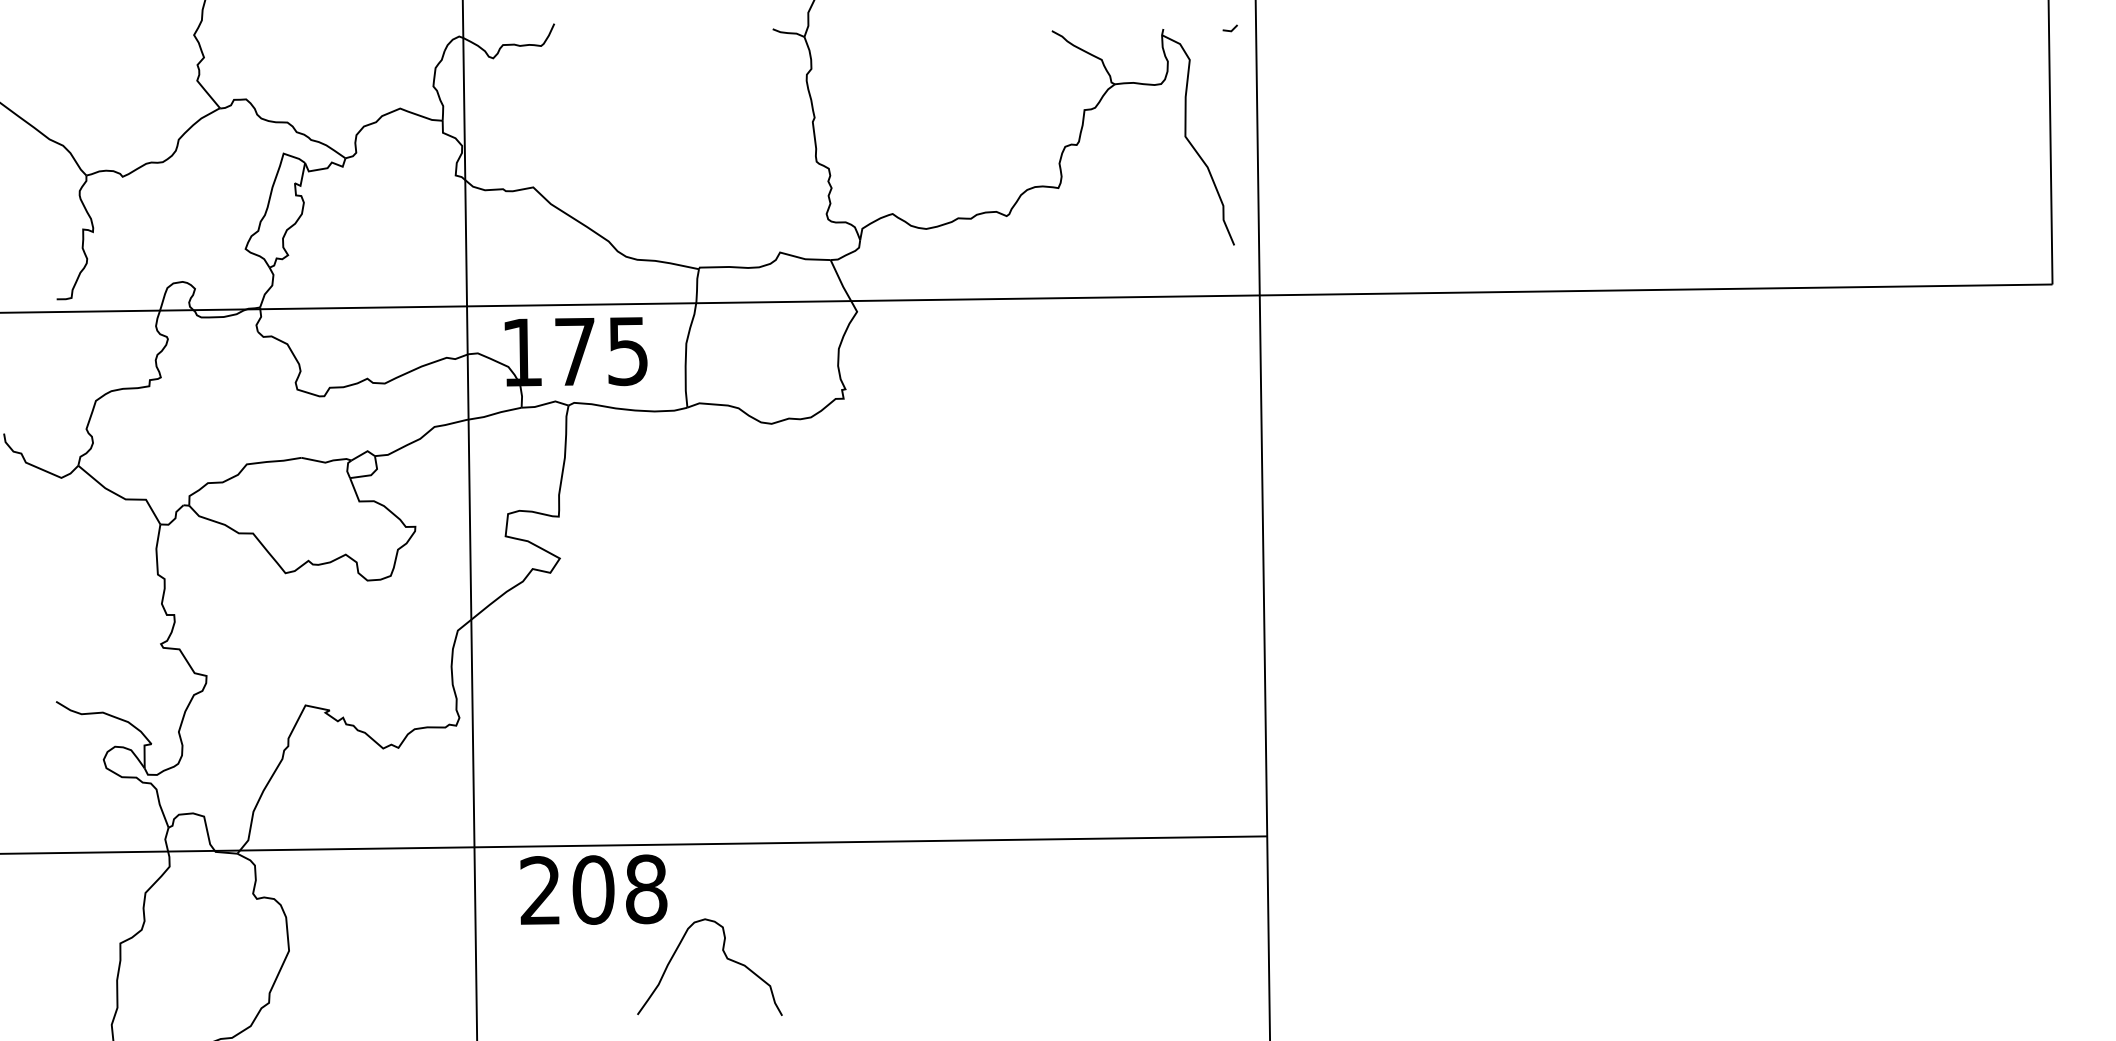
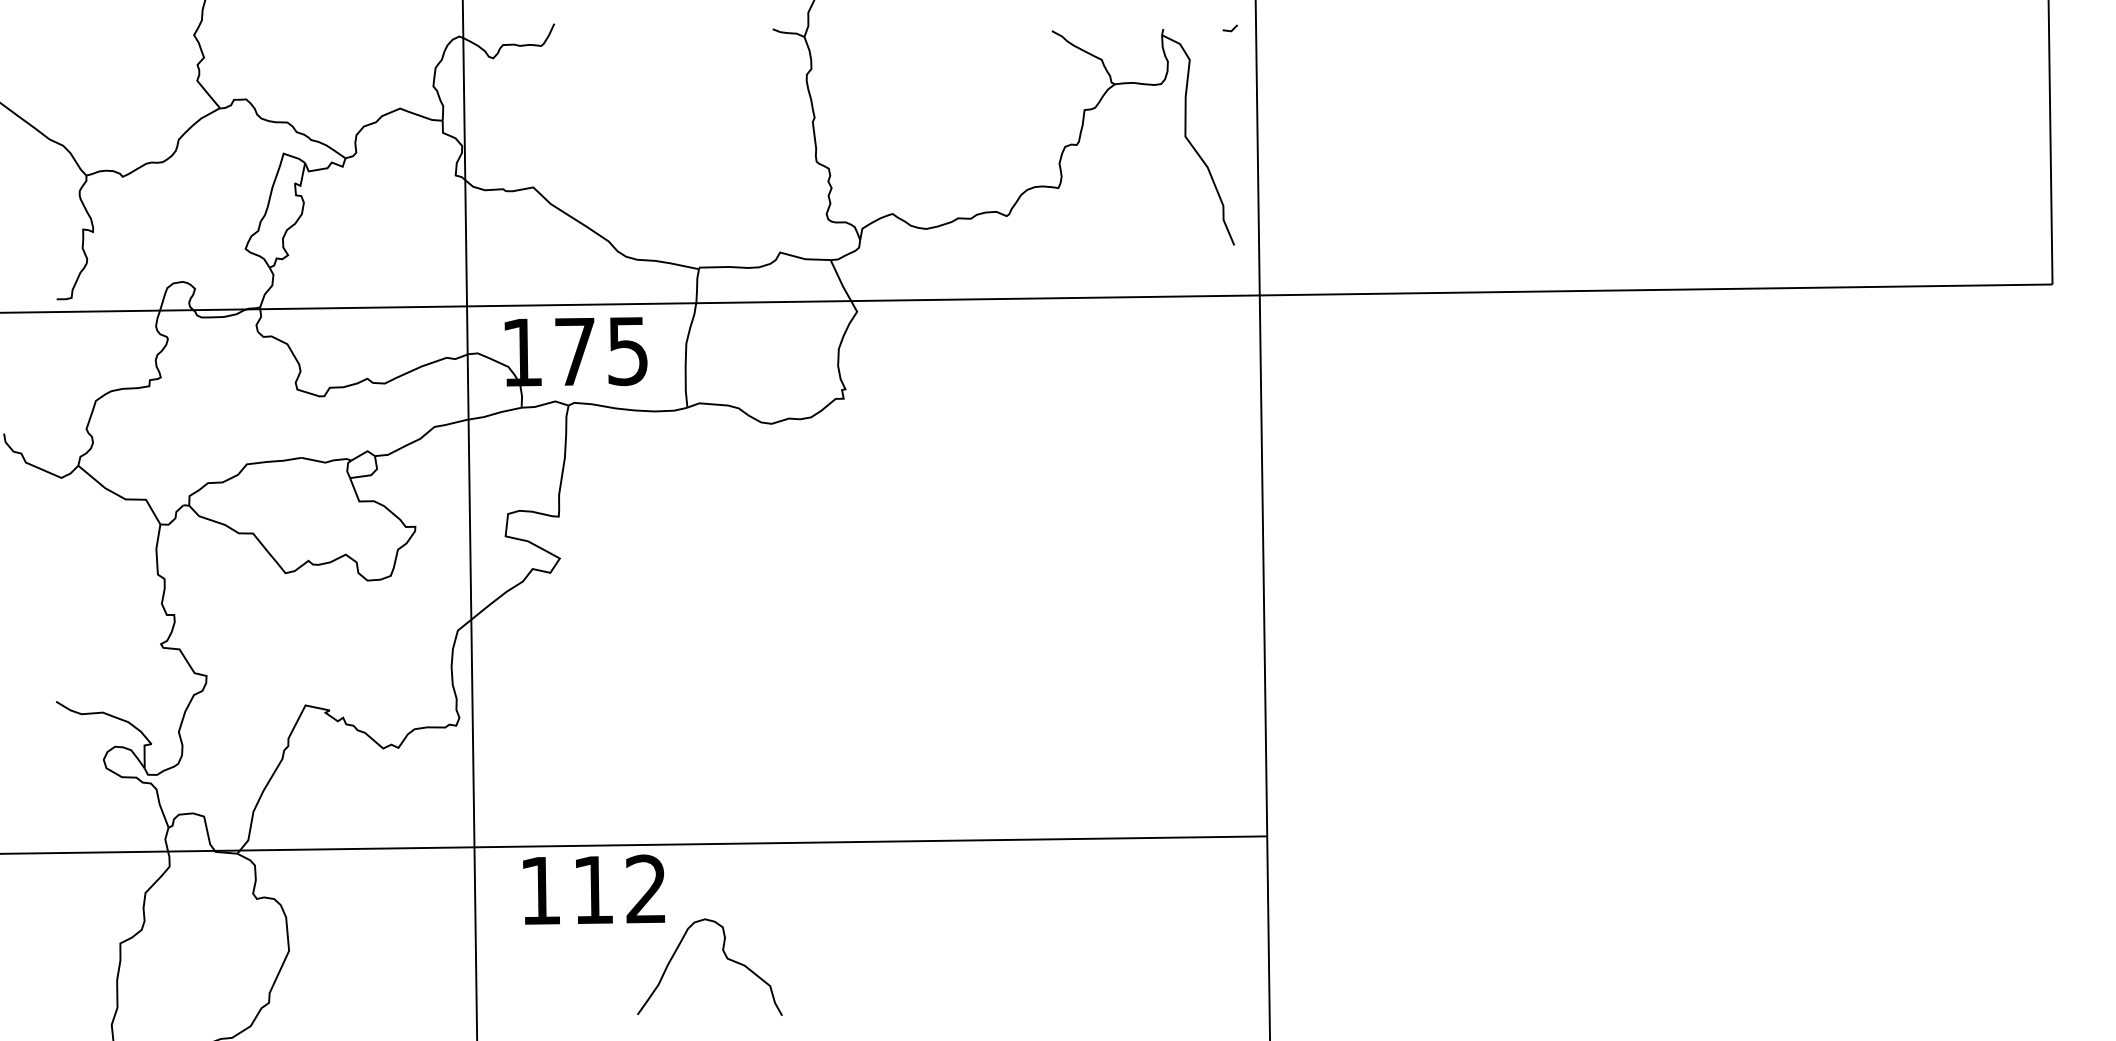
text at (593, 889): 208 -> 112
